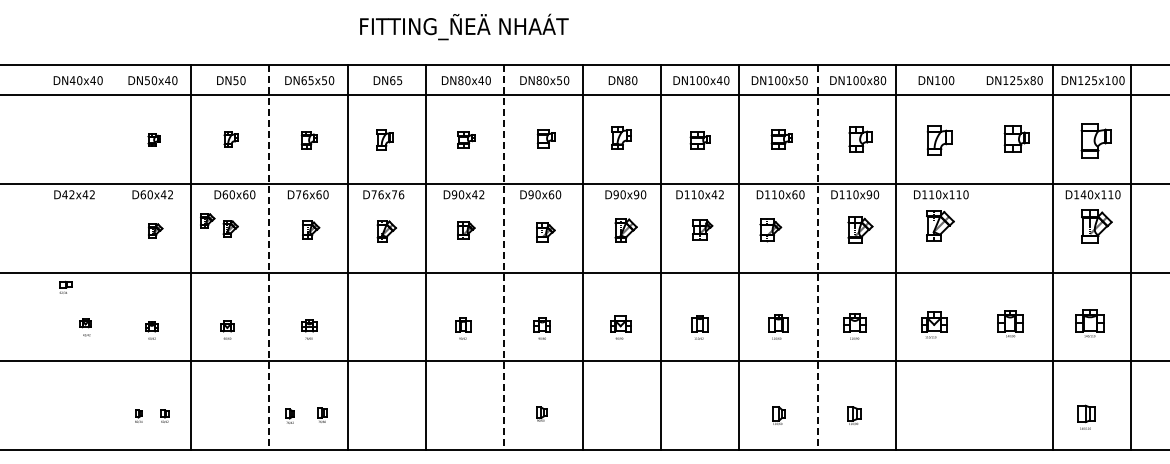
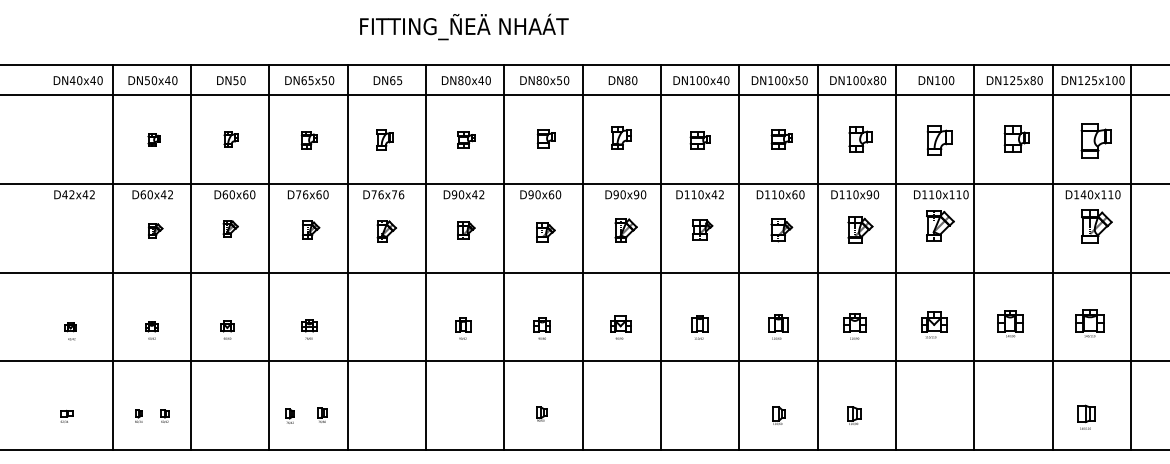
part at (207, 220): present -> none
part at (770, 230) position: (770, 230) -> (781, 230)
line at (112, 257): none -> present
line at (269, 257): dashed -> solid
line at (504, 257): dashed -> solid
line at (817, 257): dashed -> solid
line at (974, 257): none -> present
part at (65, 286) position: (65, 286) -> (66, 415)
part at (85, 327) position: (85, 327) -> (70, 331)
